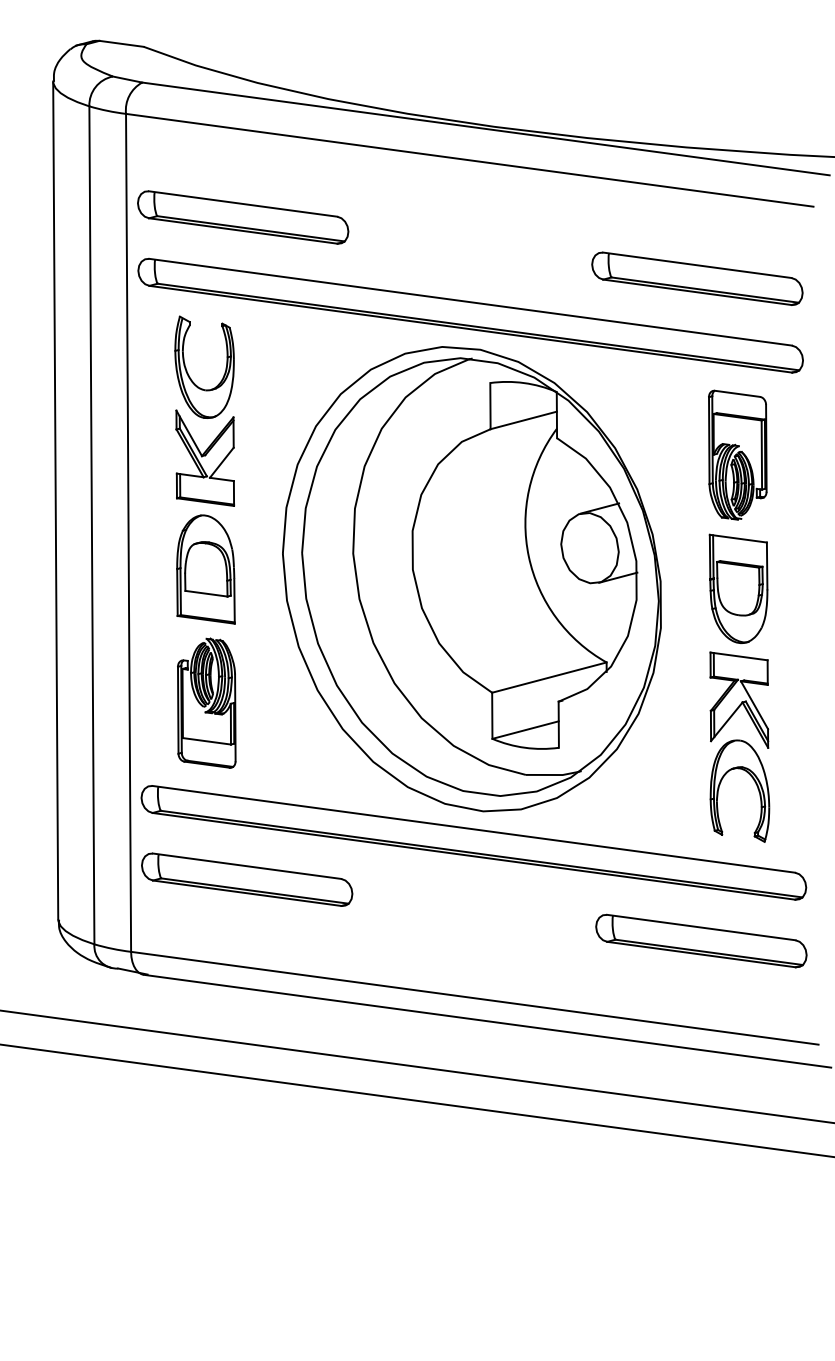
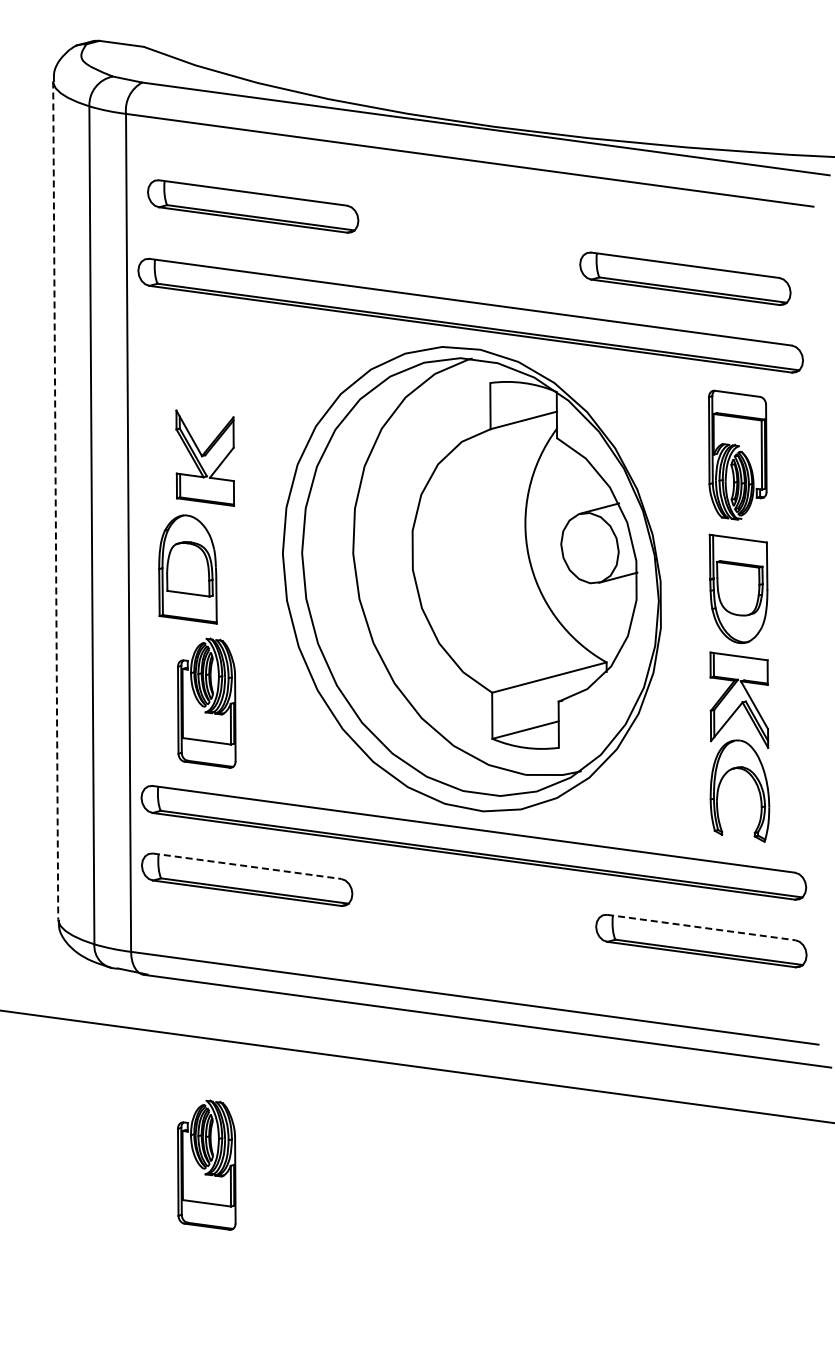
part at (243, 217) position: (243, 217) -> (253, 206)
part at (697, 278) position: (697, 278) -> (685, 278)
part at (187, 370): present -> none
line at (55, 500): solid -> dashed
part at (205, 569) position: (205, 569) -> (187, 569)
line at (247, 866): solid -> dashed
line at (701, 927): solid -> dashed
line at (416, 1100): present -> none
part at (206, 1164): none -> present
